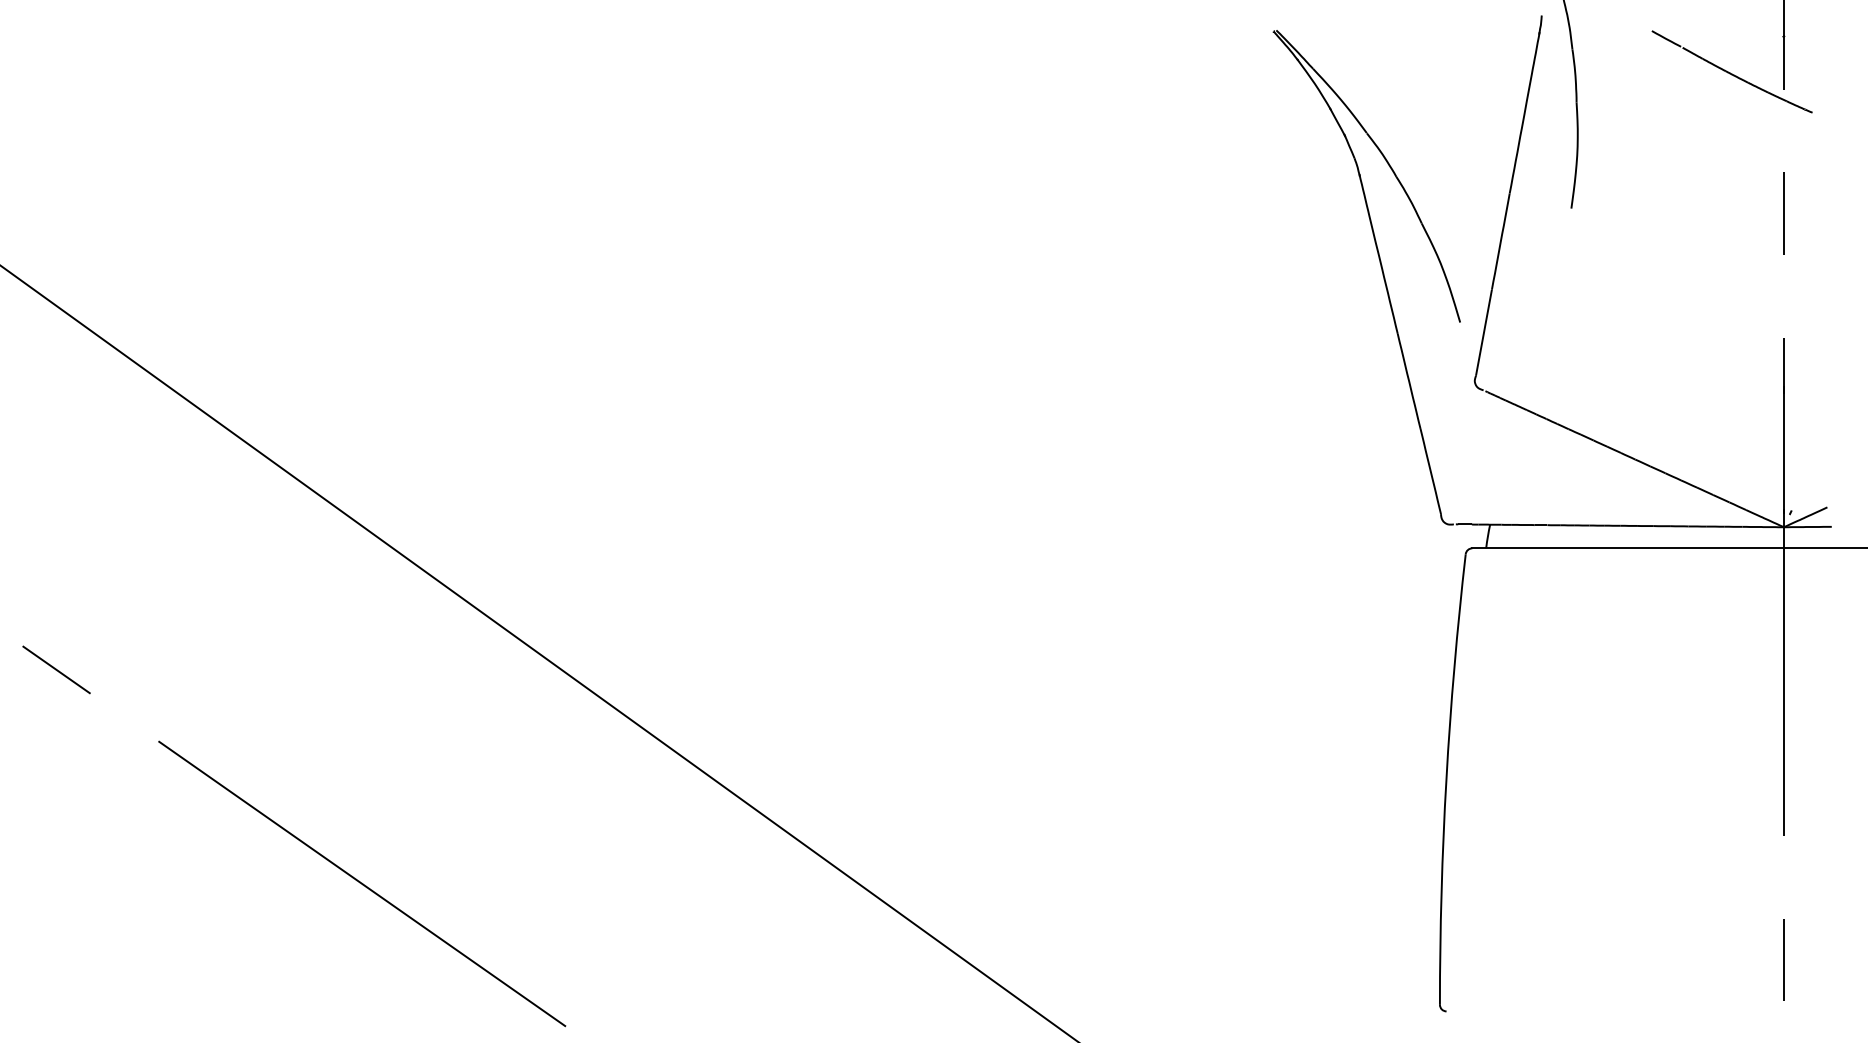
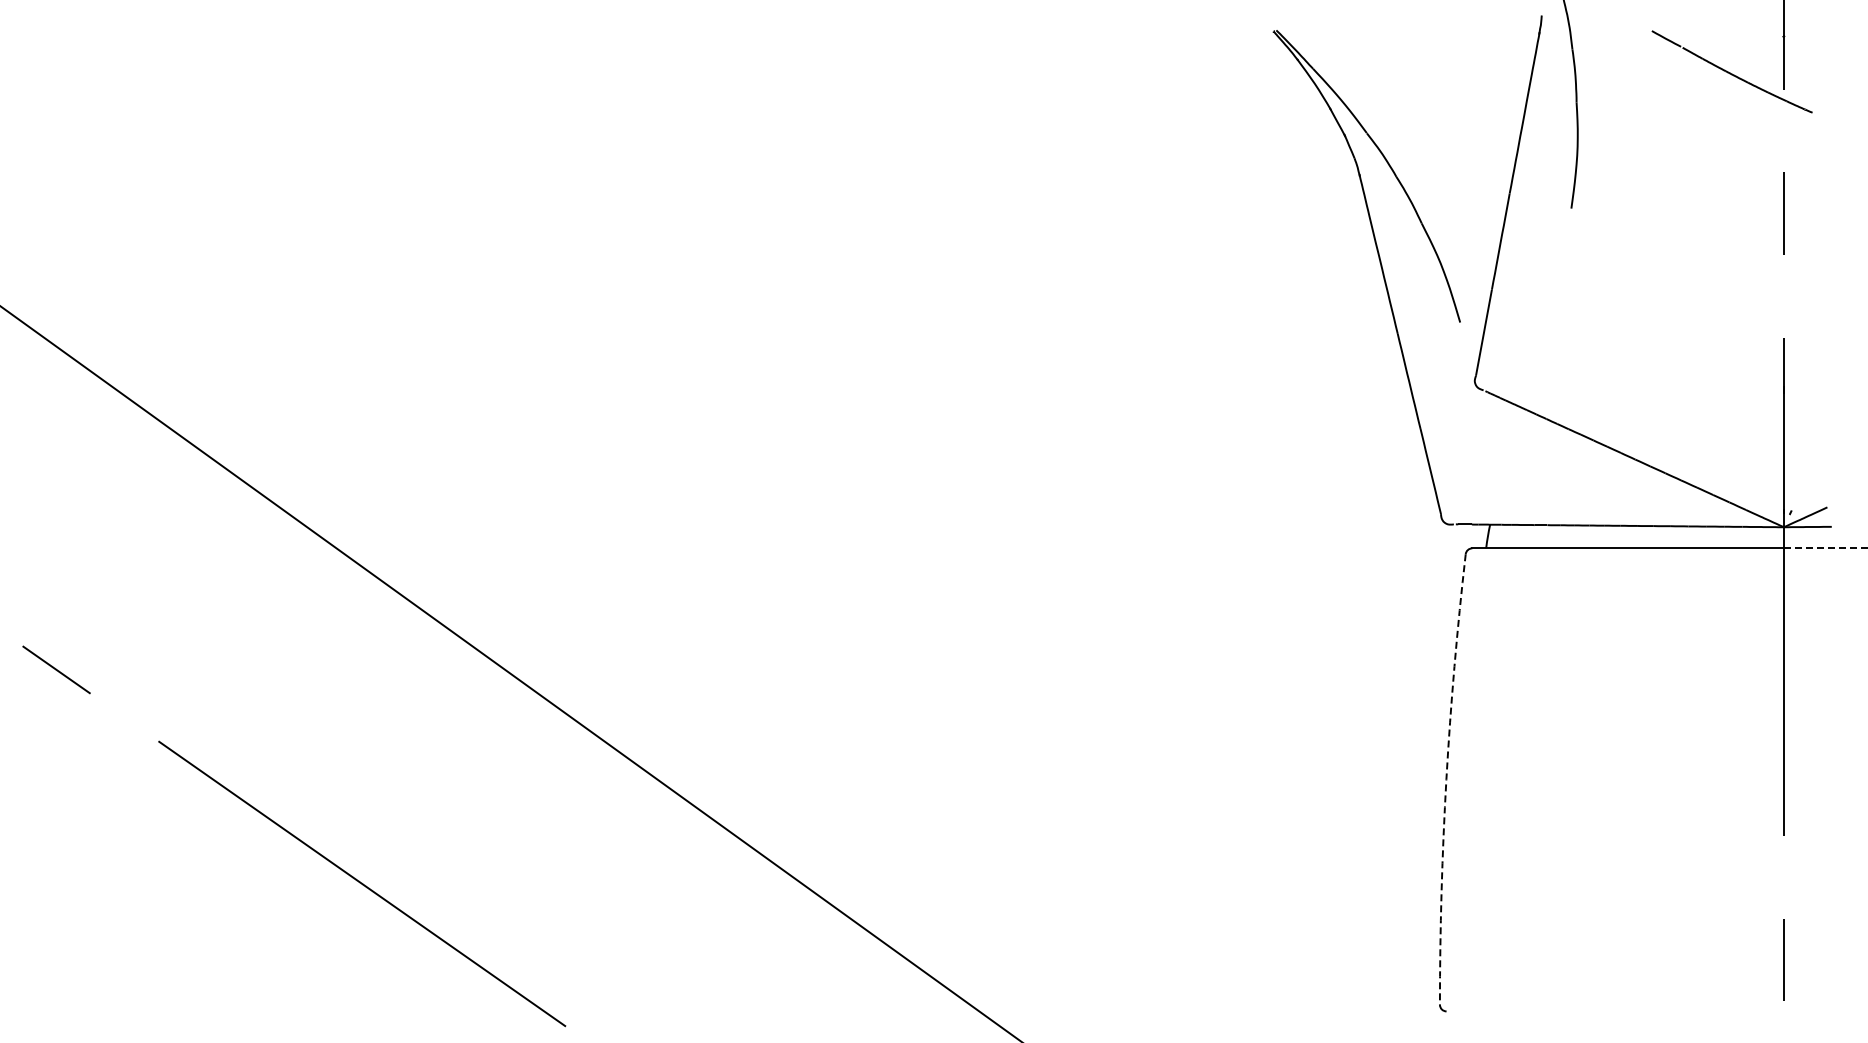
line at (1825, 548): solid -> dashed
line at (538, 652) position: (538, 652) -> (510, 673)
arc at (1446, 779): solid -> dashed
